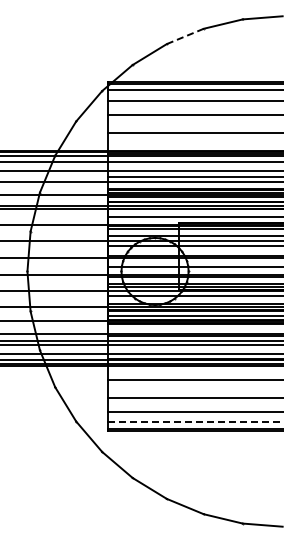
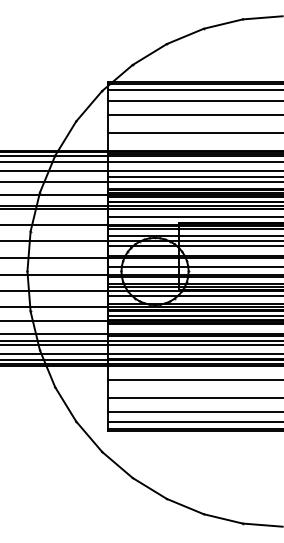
line at (185, 36): dashed -> solid
line at (195, 422): dashed -> solid
